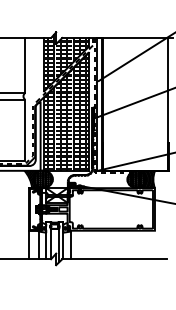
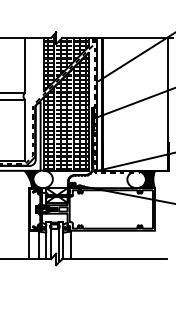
hatch at (42, 179): present -> none
hatch at (136, 179): present -> none
